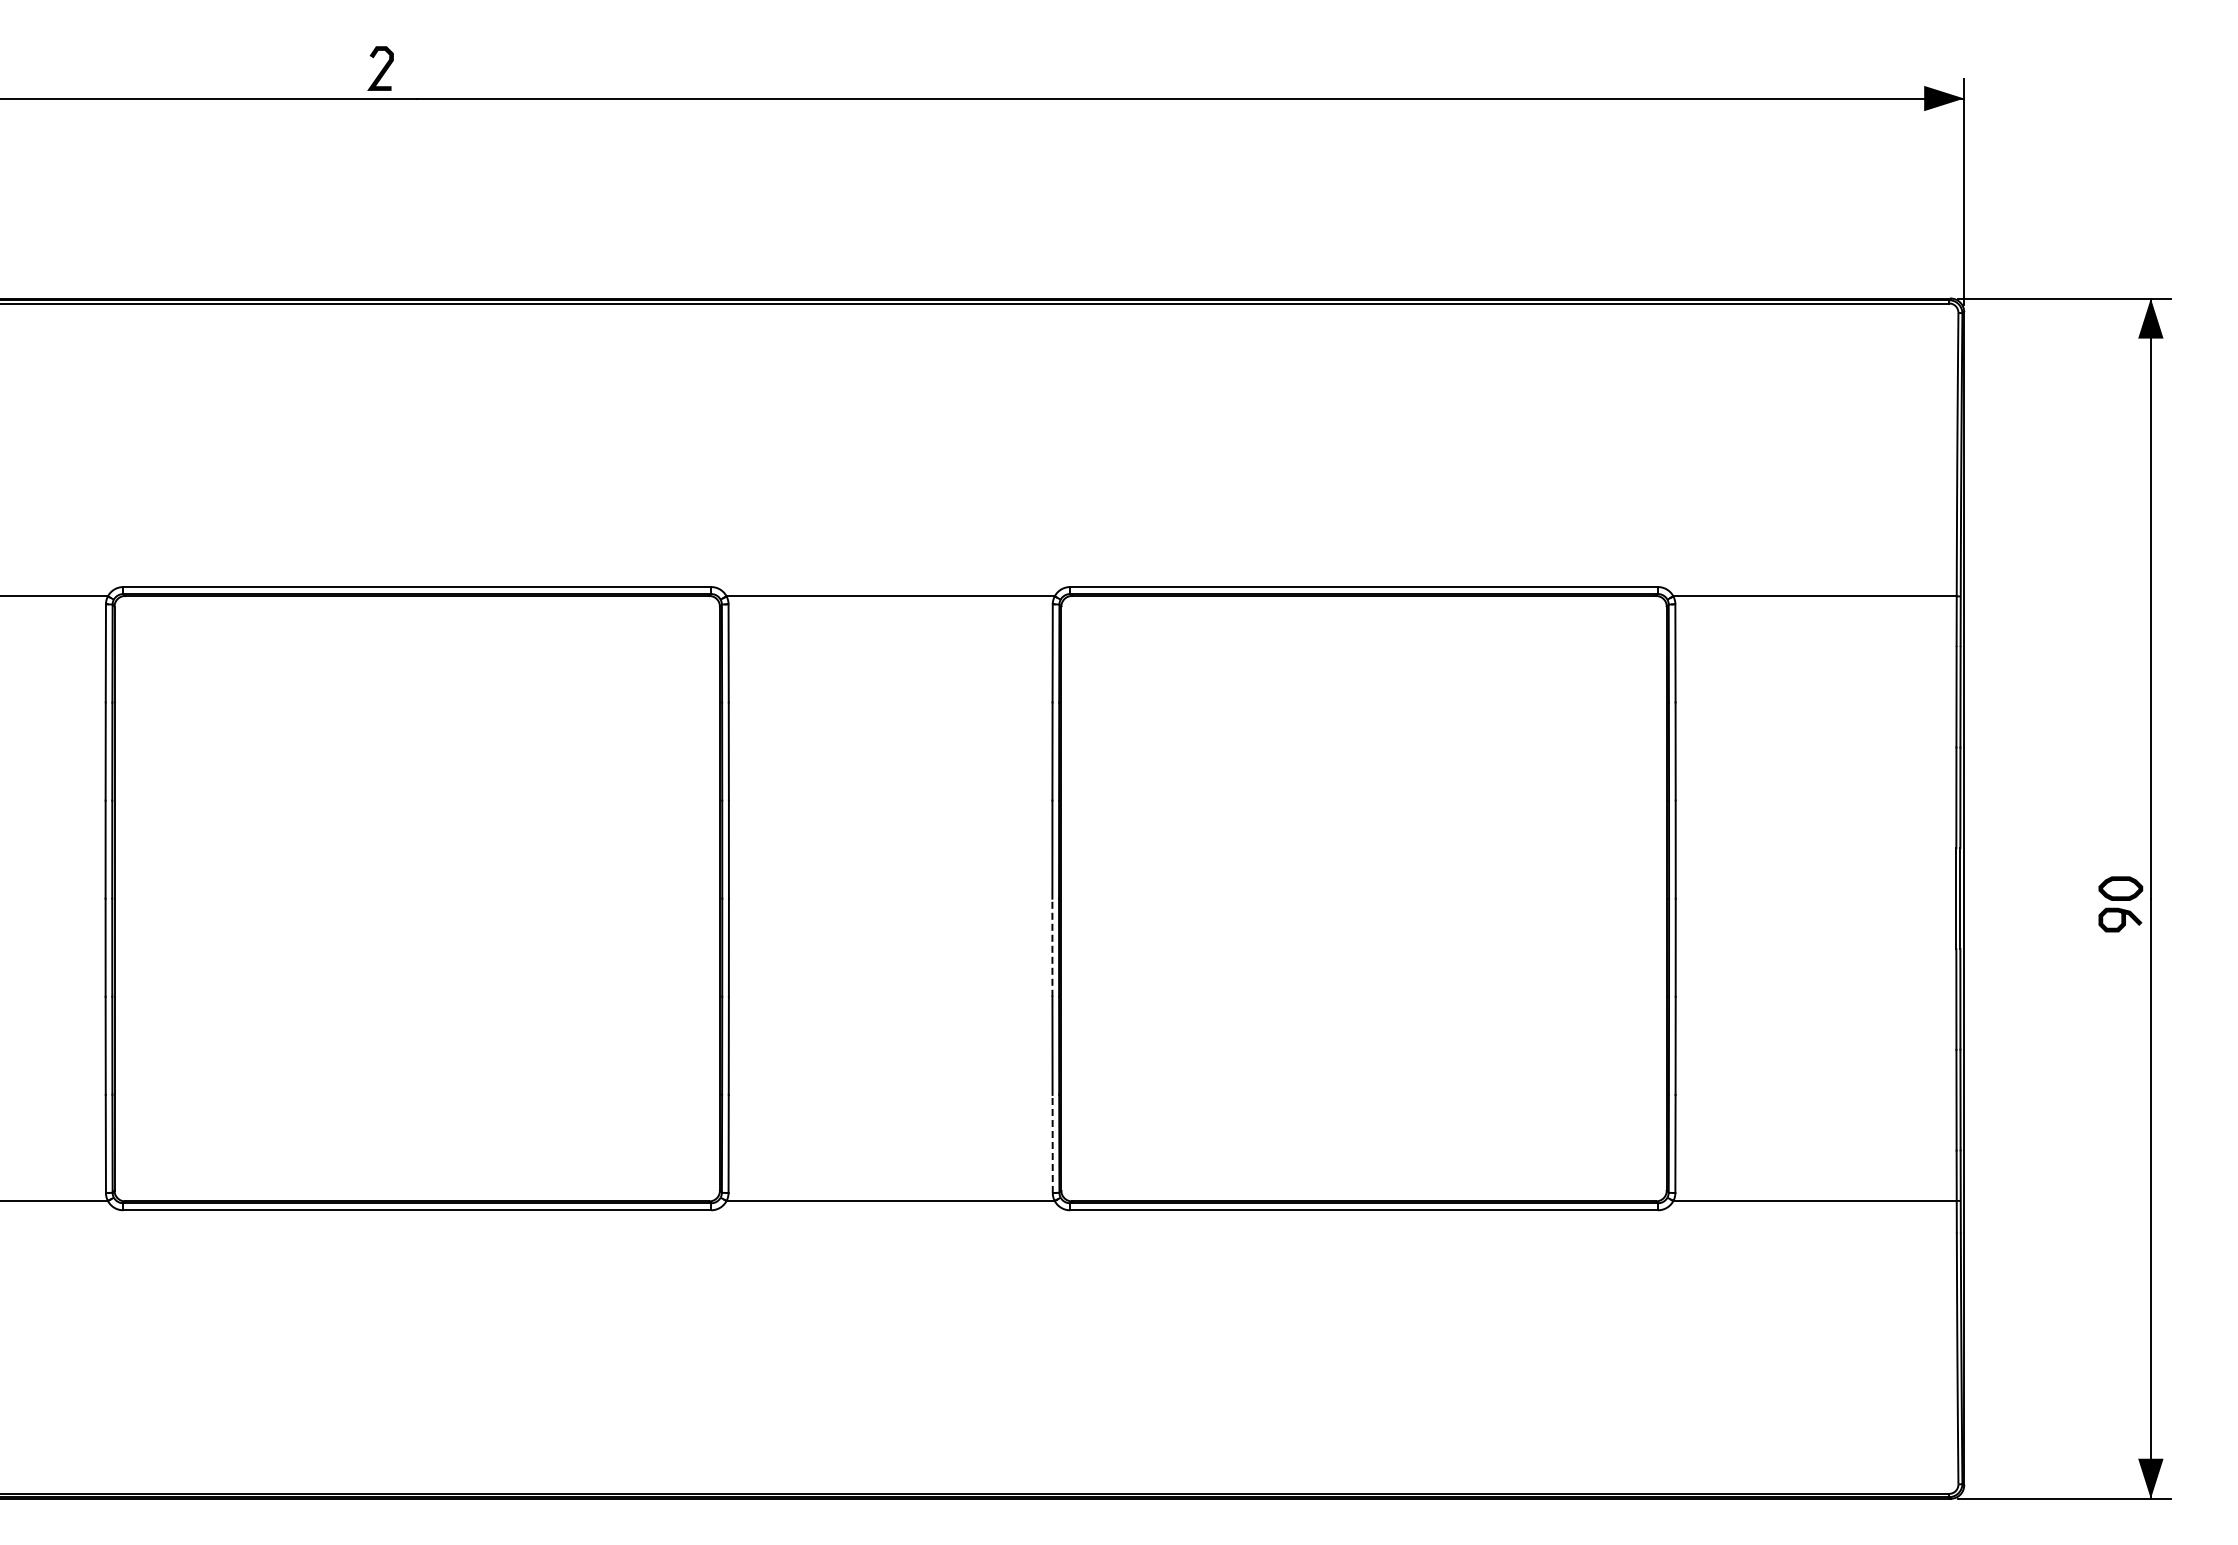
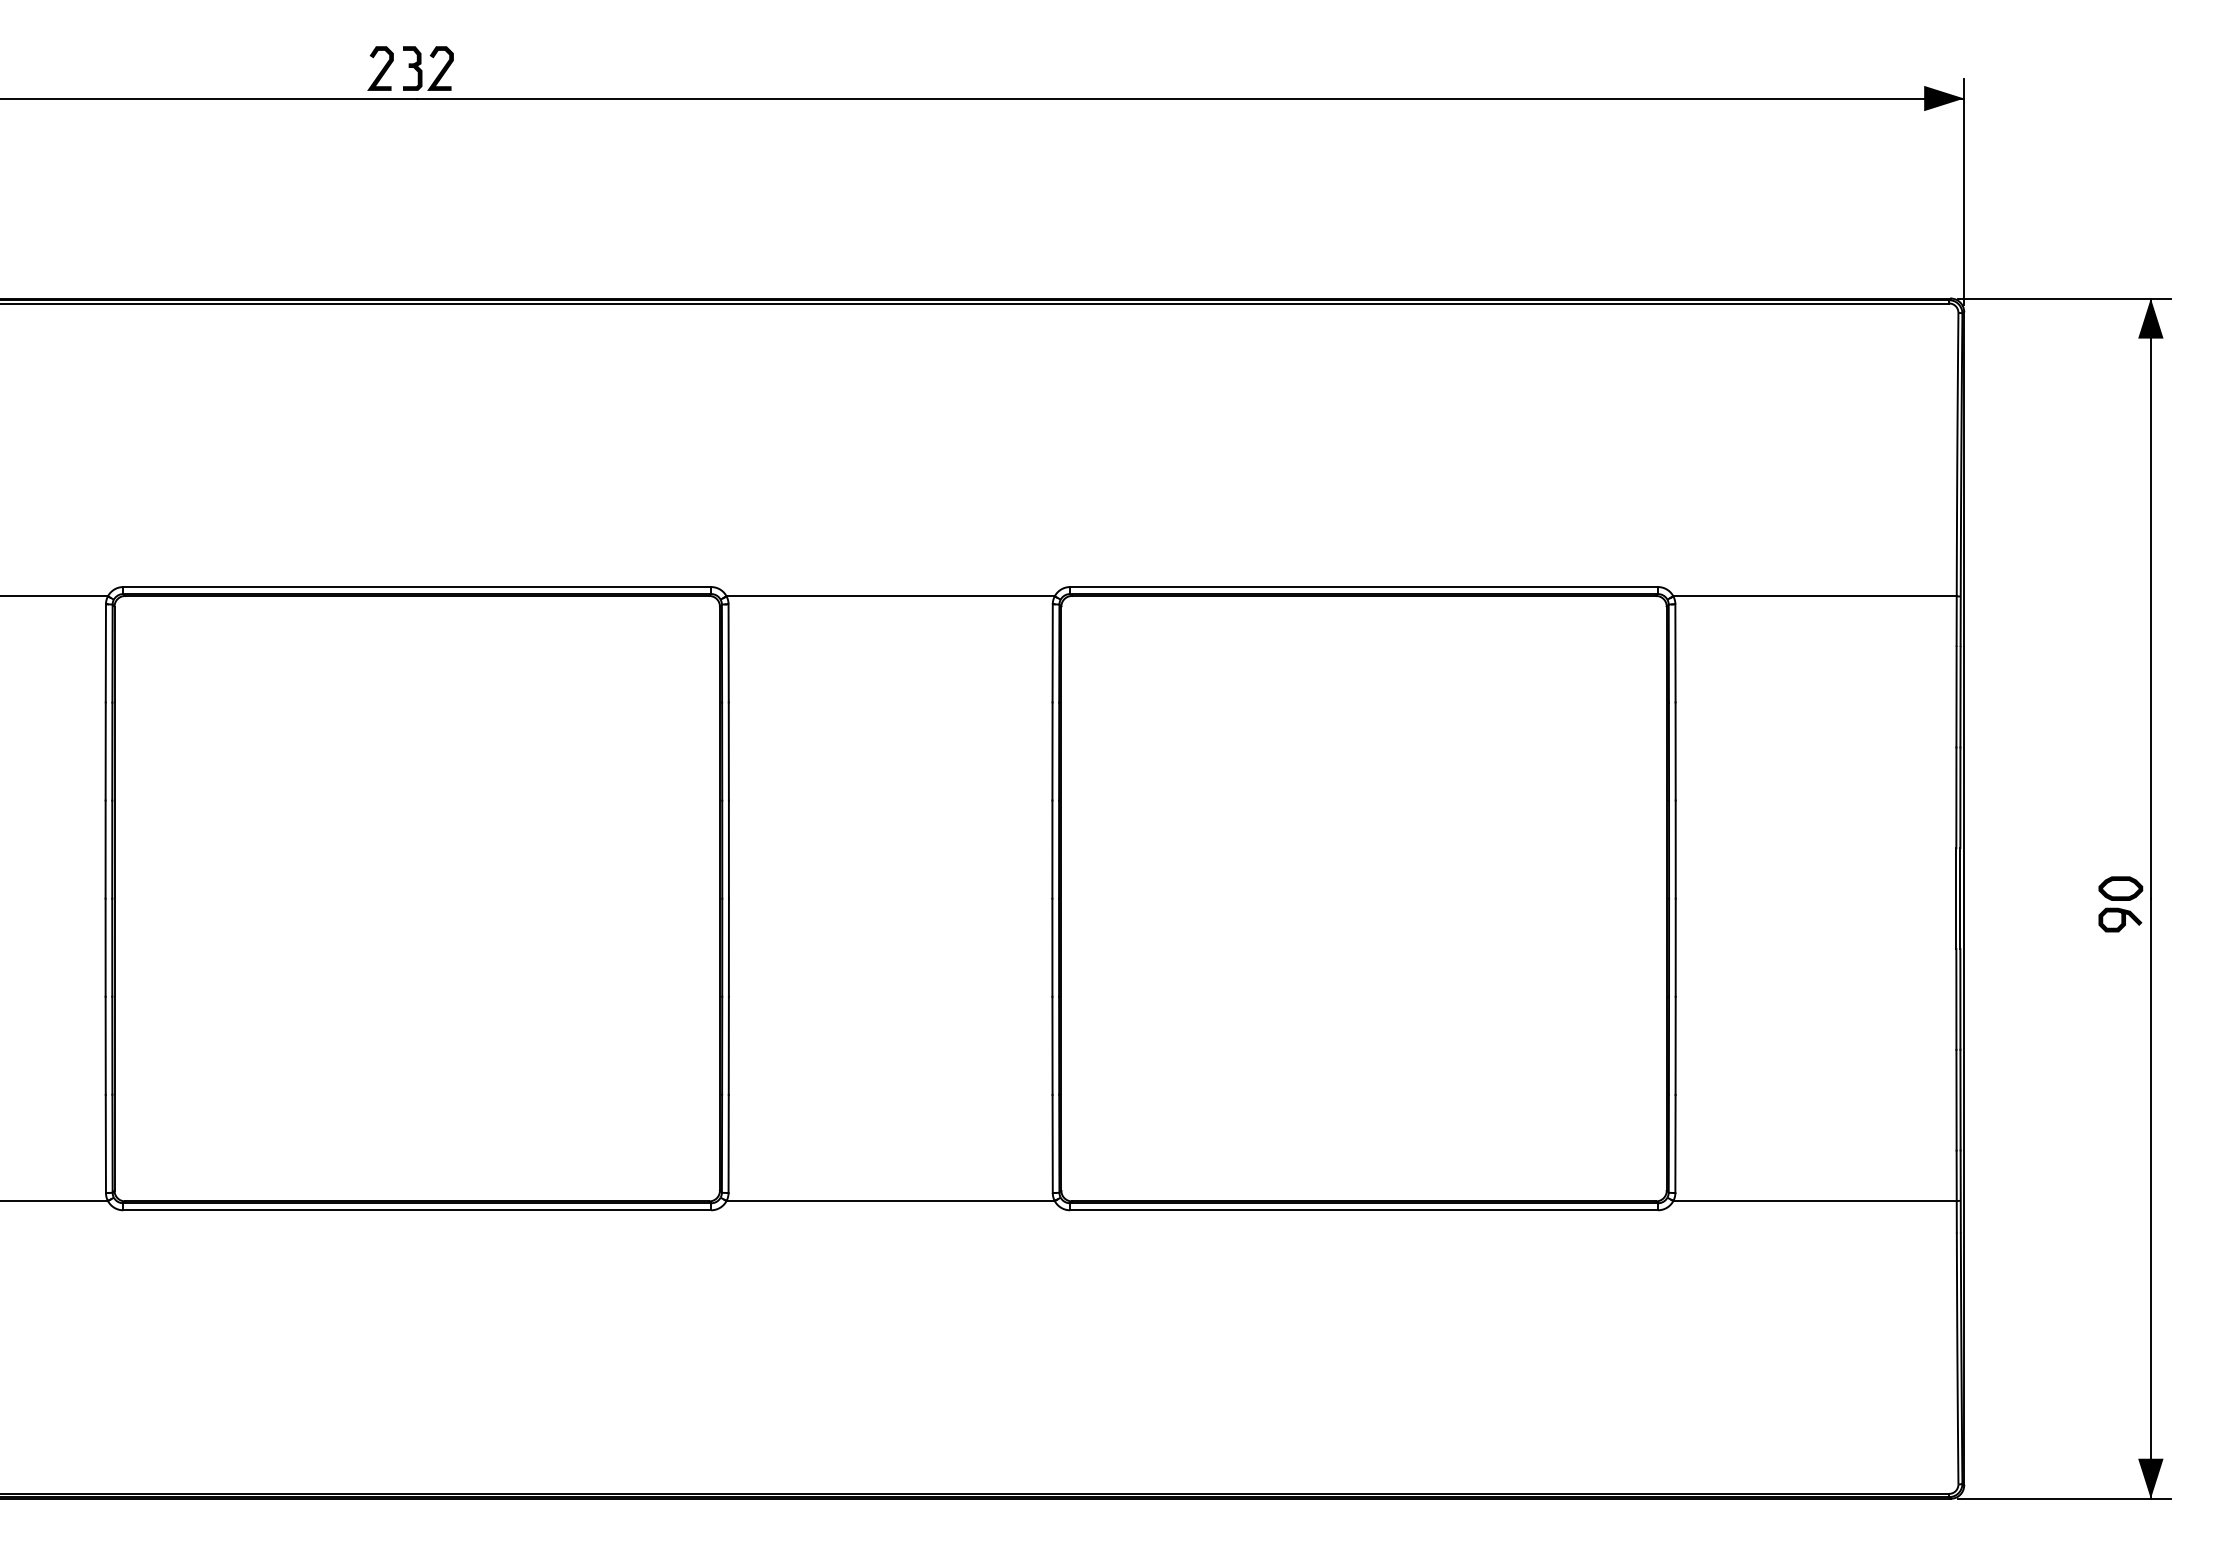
part at (422, 70): none -> present
line at (1052, 947): dashed -> solid
line at (1052, 1143): dashed -> solid
